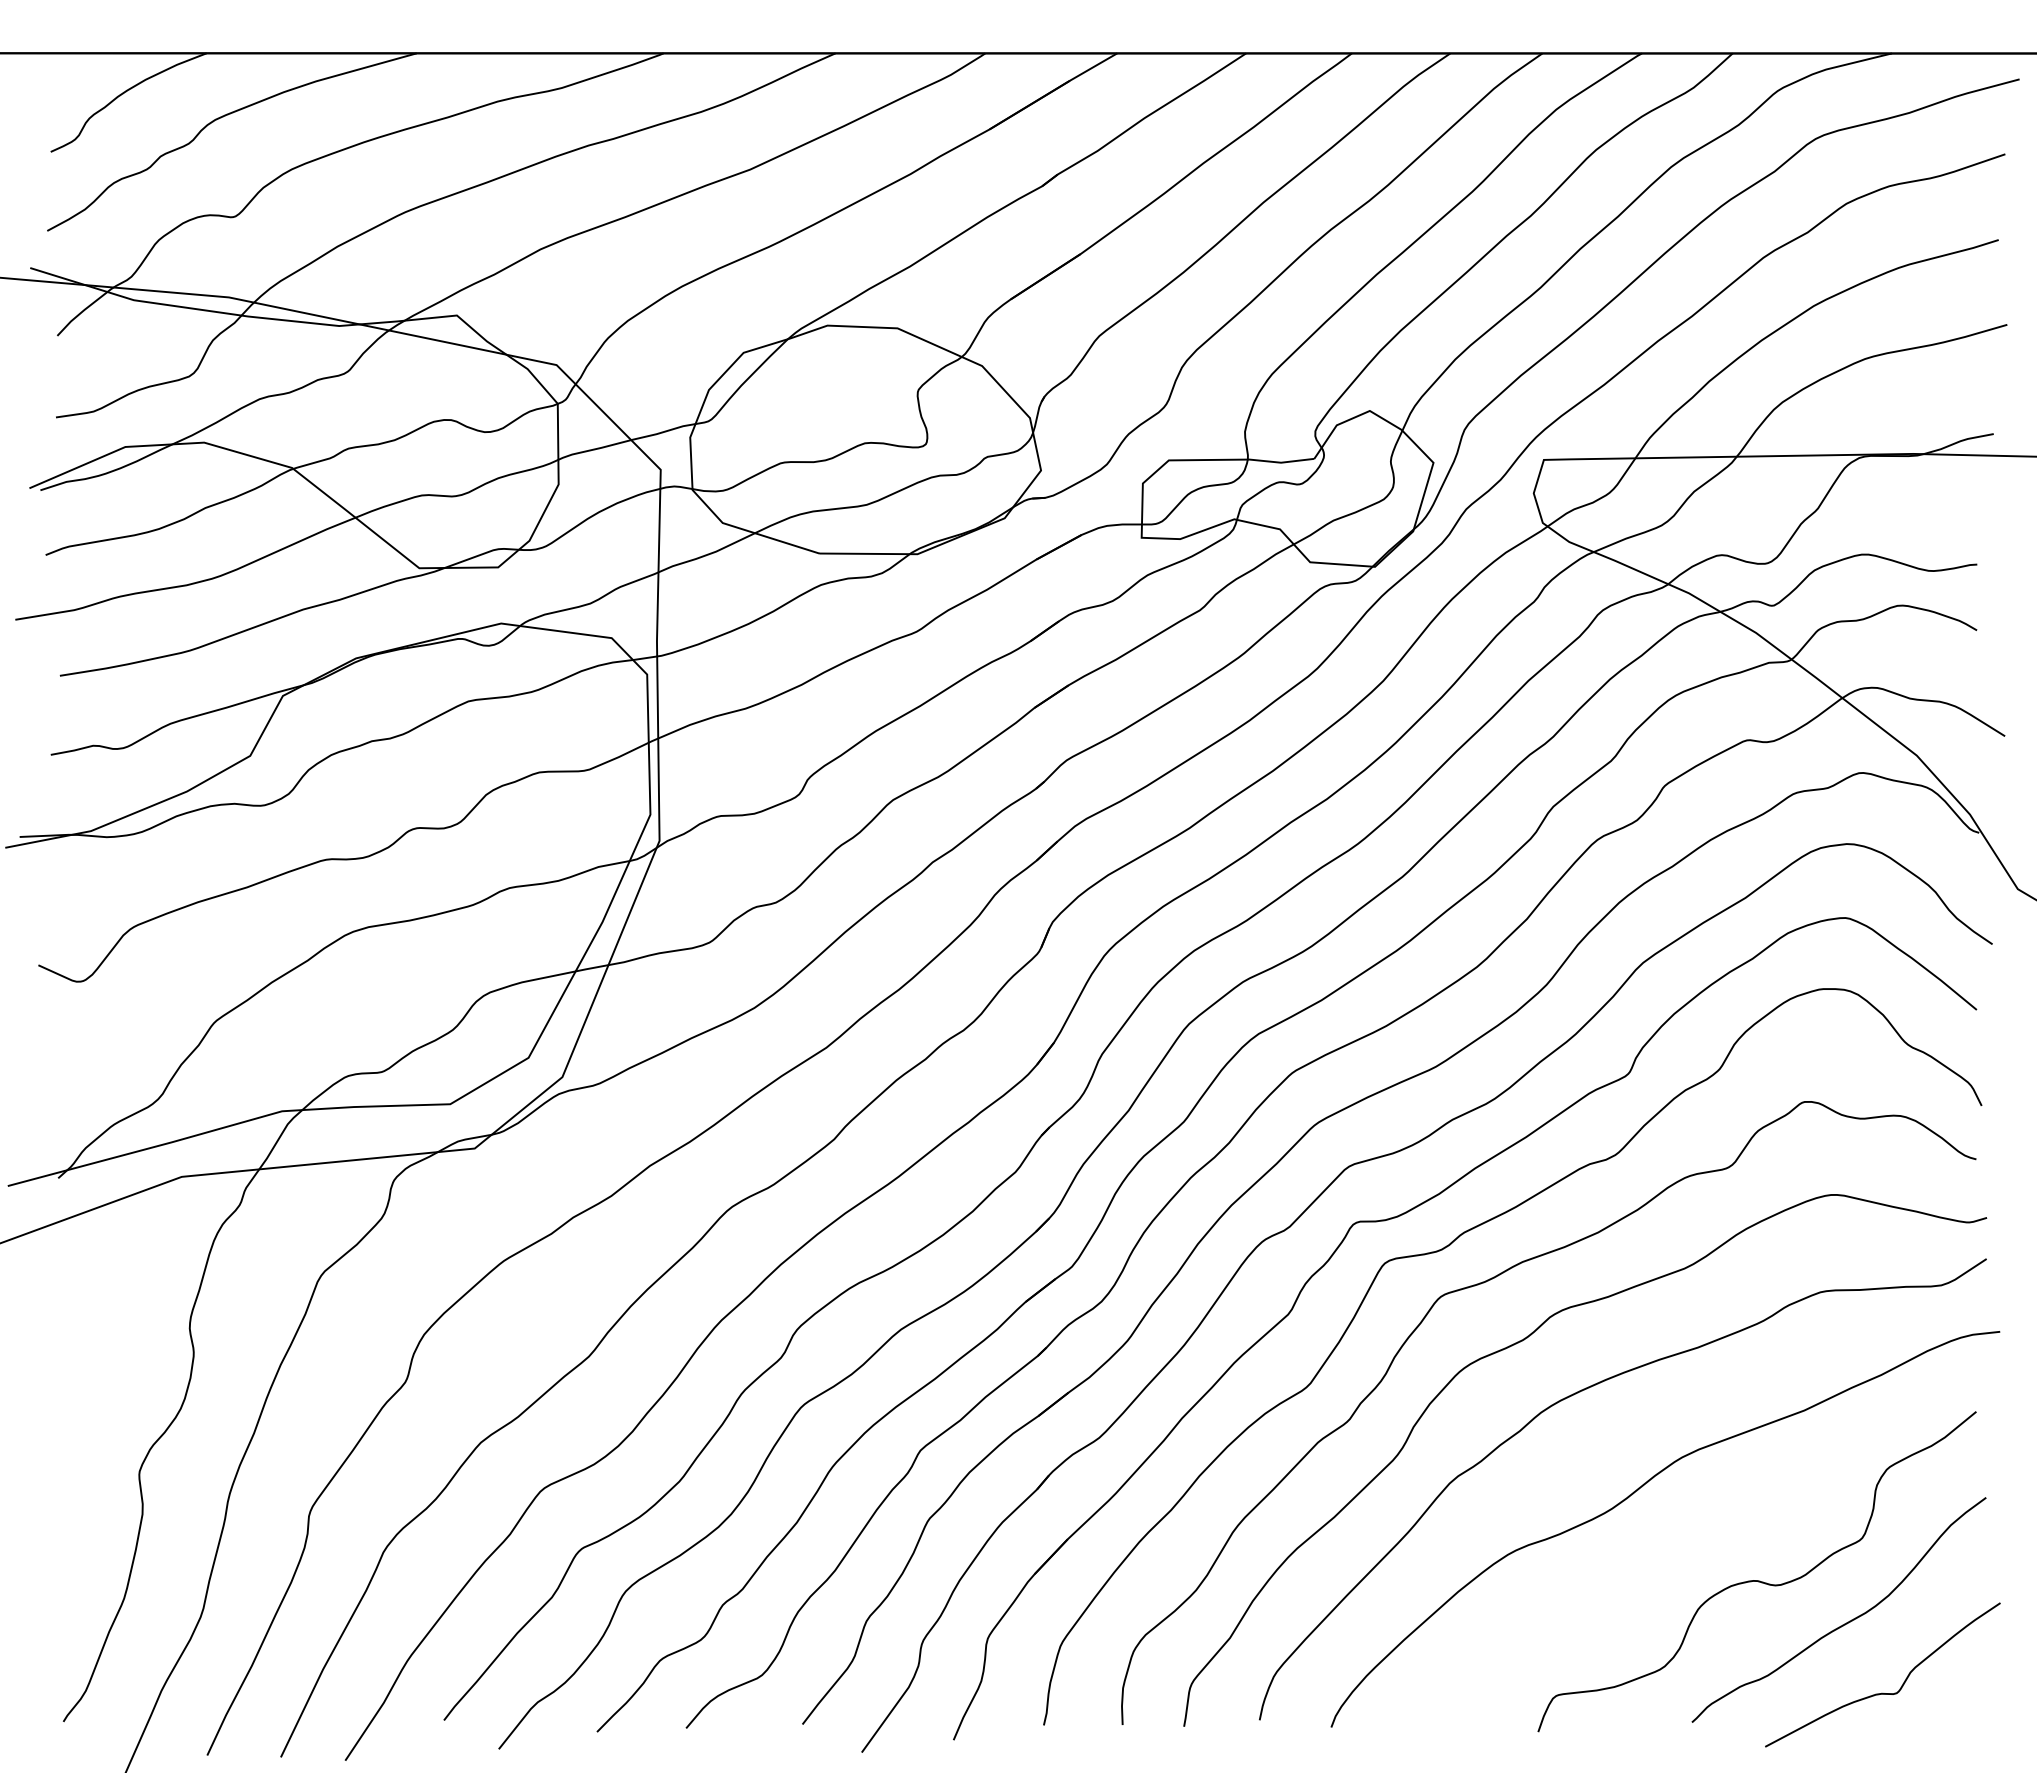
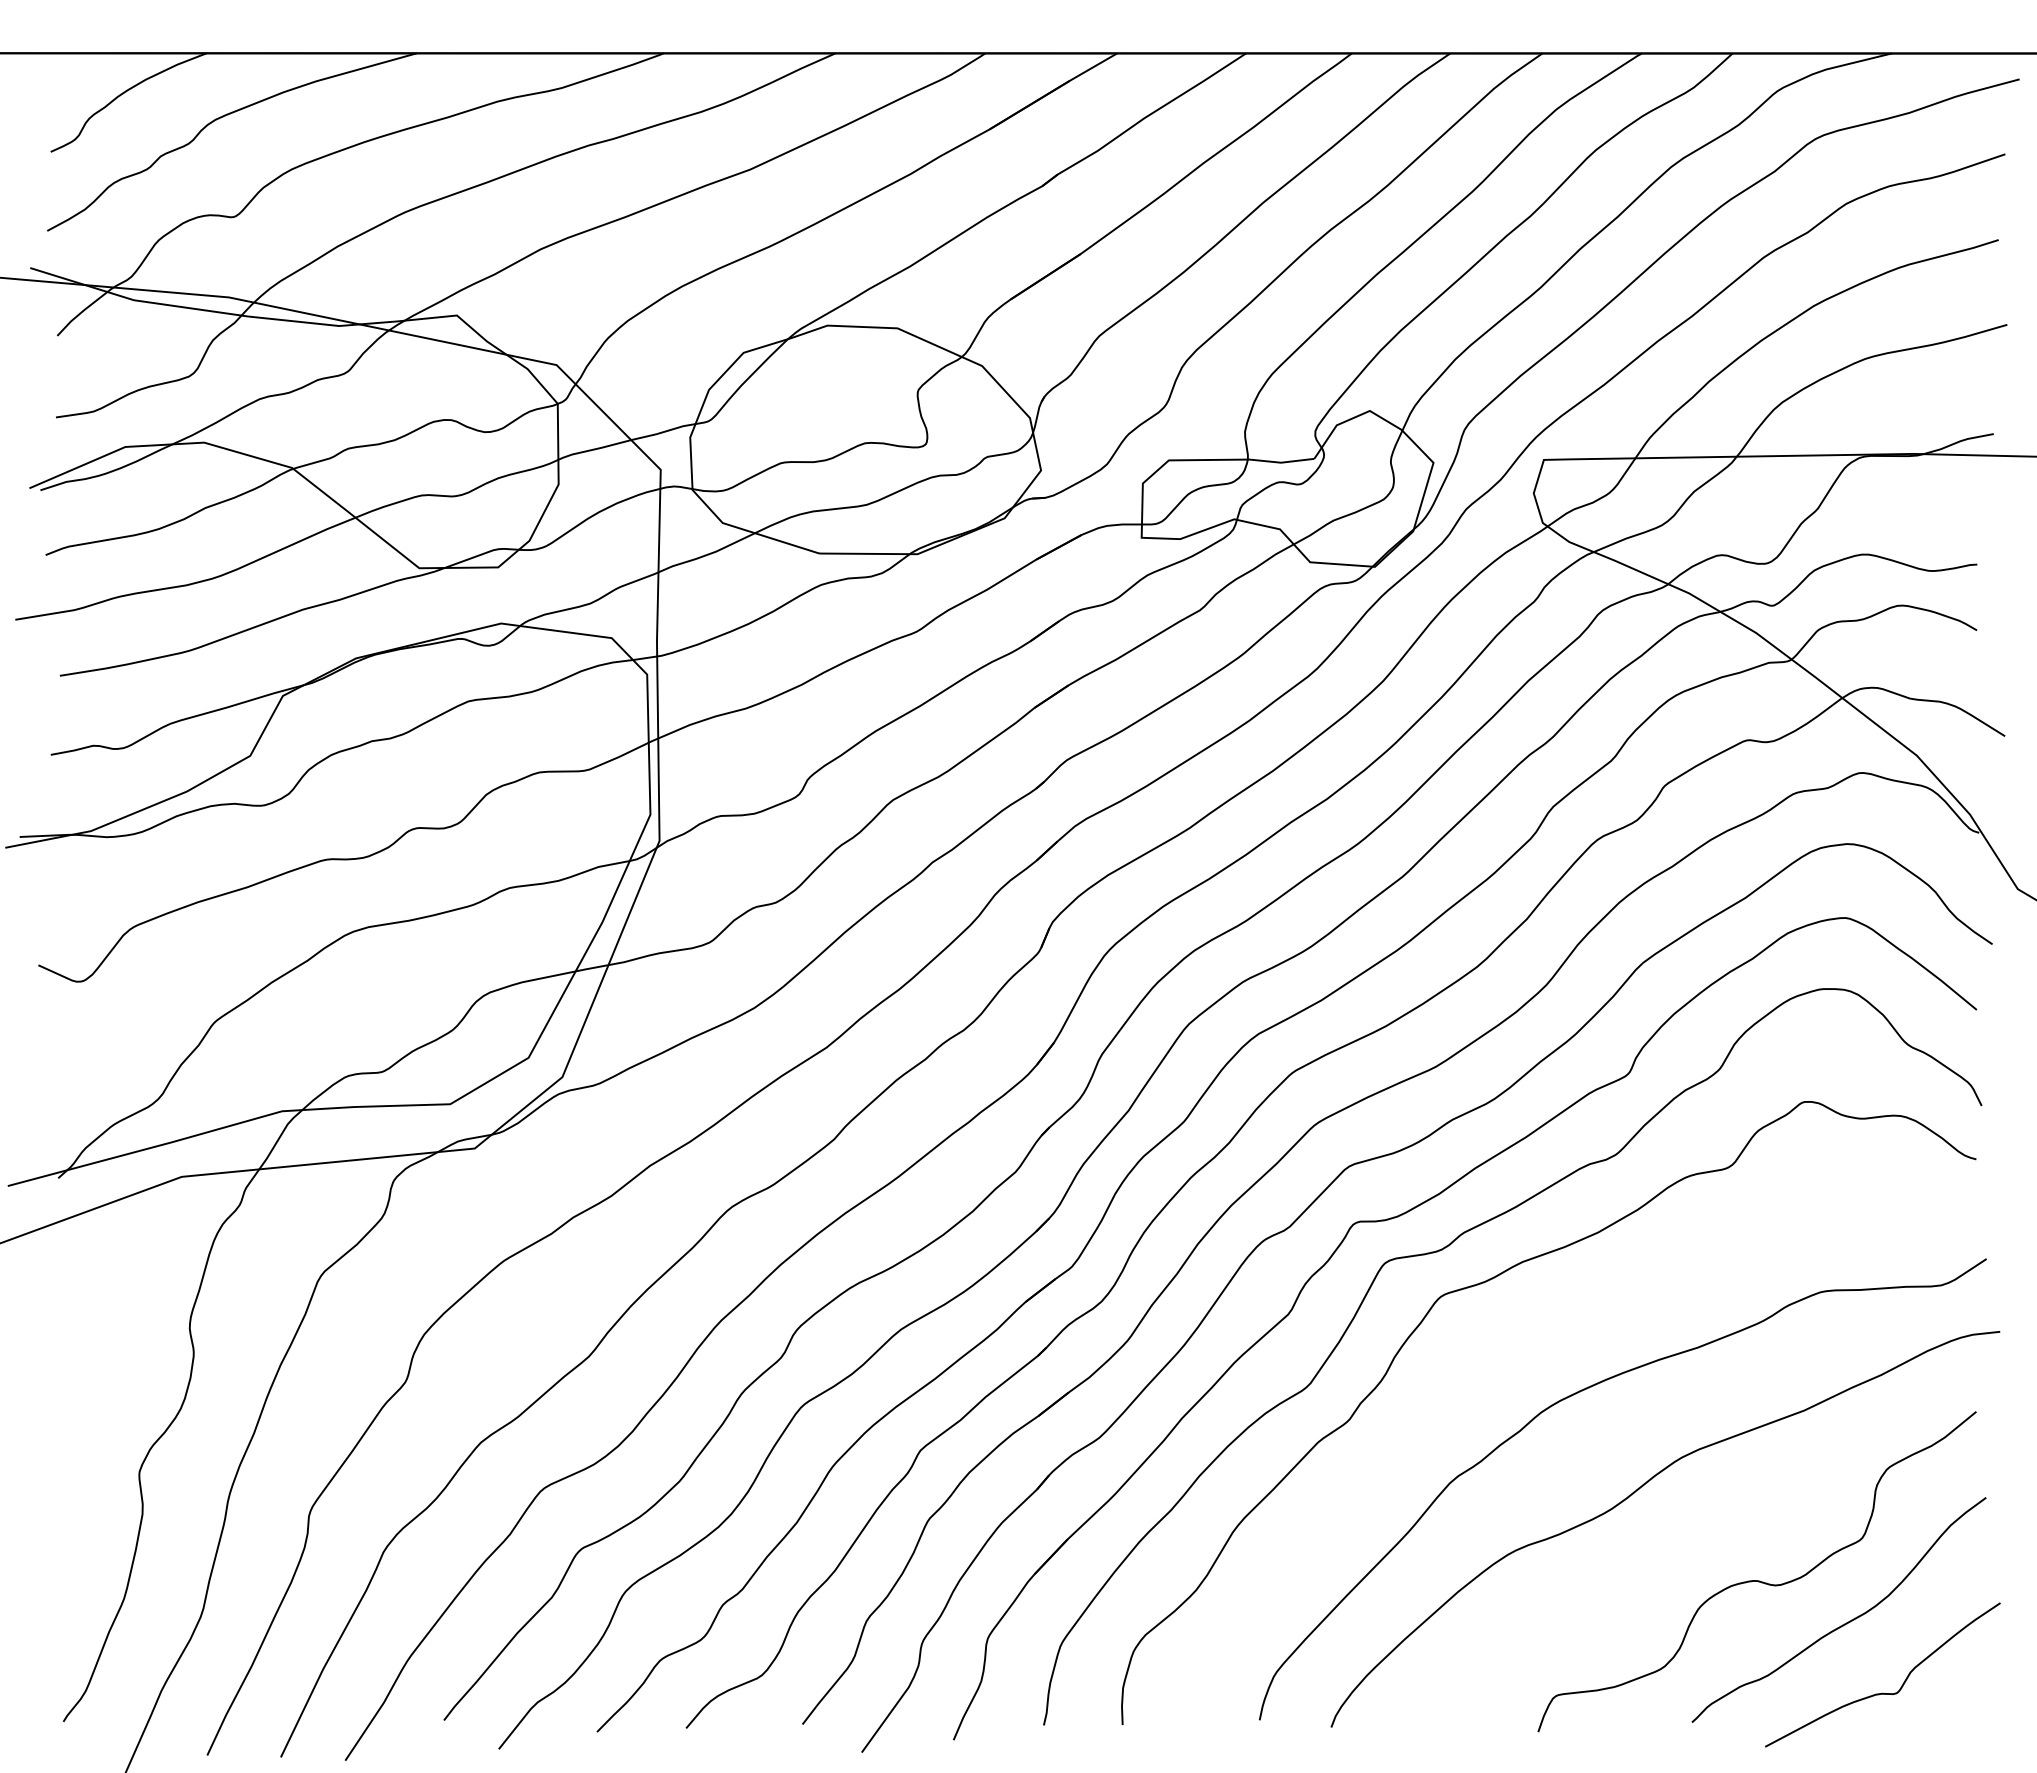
curve at (1524, 1340): present -> none
